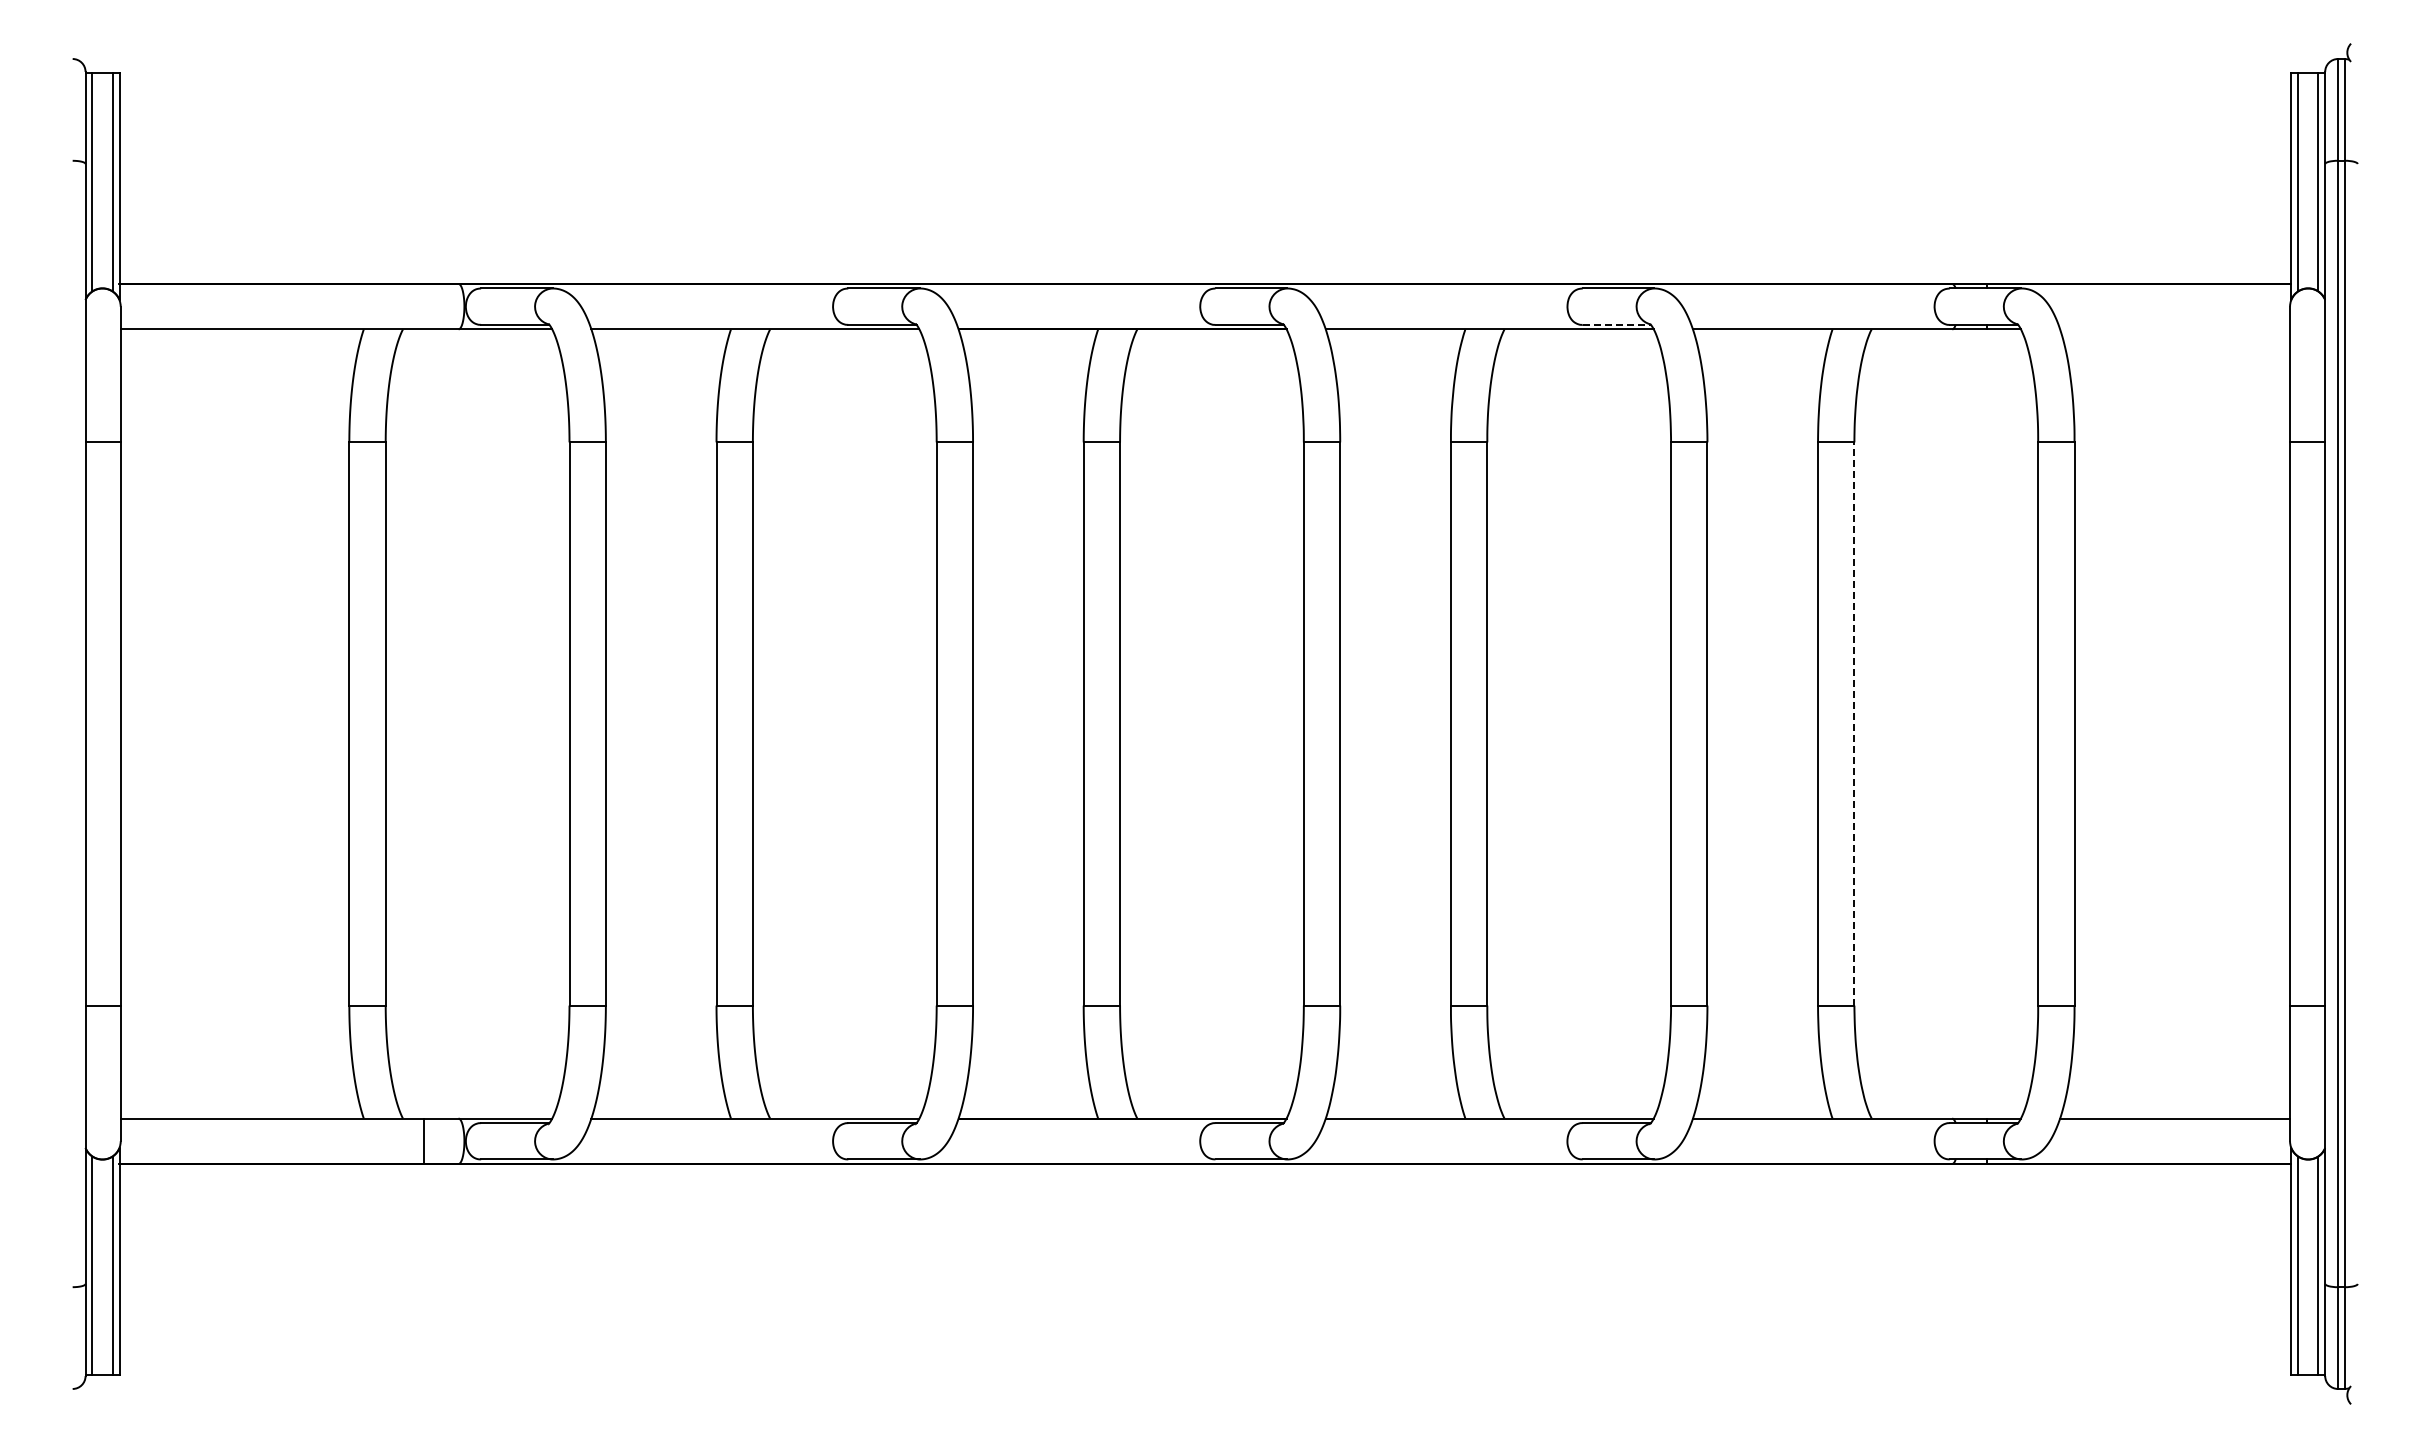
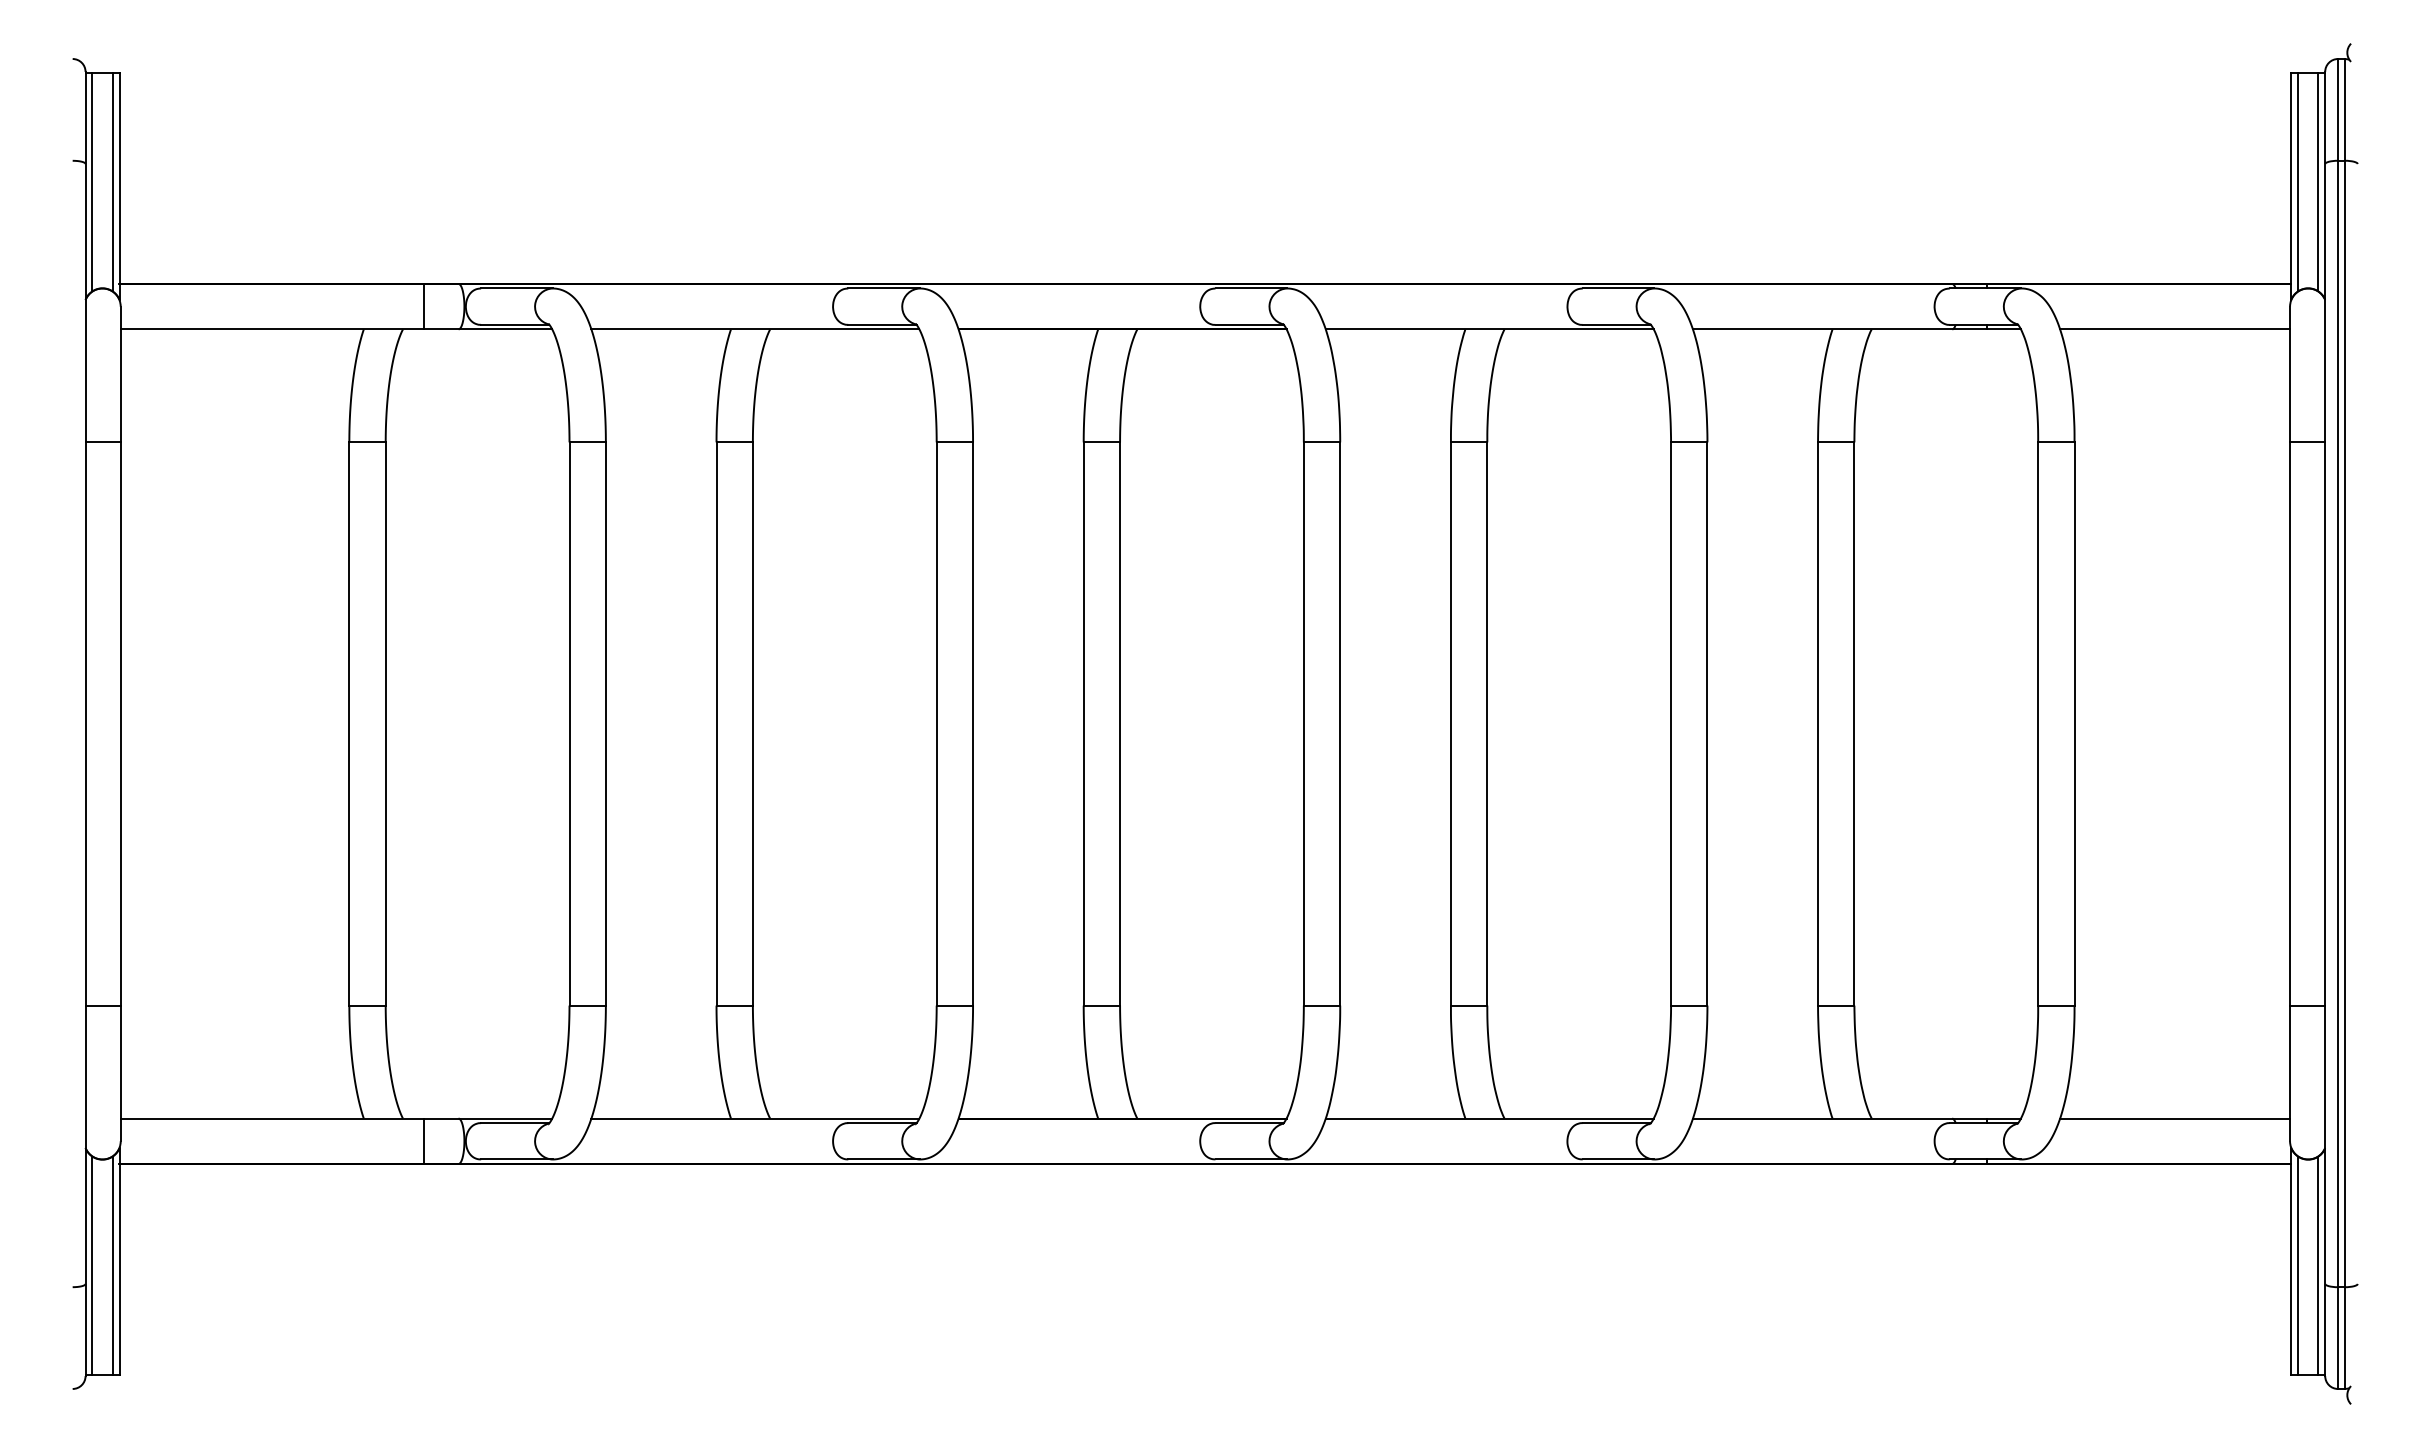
line at (423, 306): none -> present
line at (1617, 324): dashed -> solid
line at (2175, 329): none -> present
line at (1854, 724): dashed -> solid
